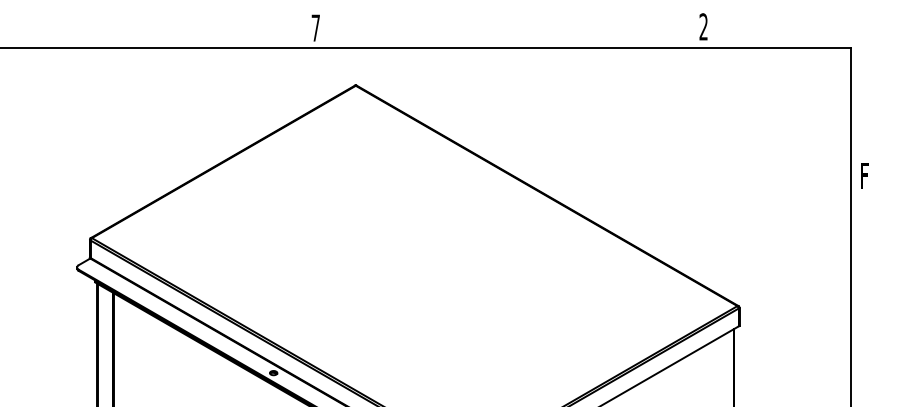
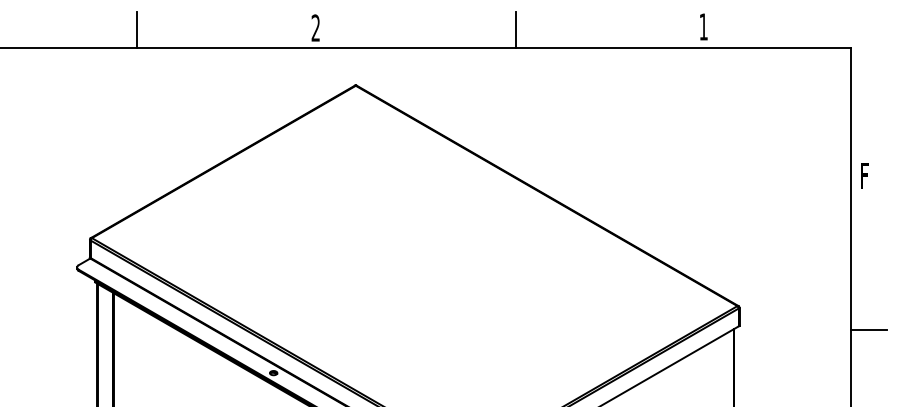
text at (703, 26): 2 -> 1
text at (315, 27): 7 -> 2
line at (137, 29): none -> present
line at (516, 29): none -> present
line at (868, 330): none -> present
